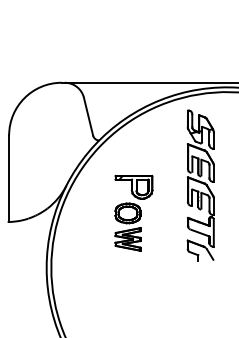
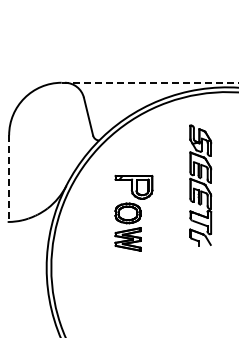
line at (150, 82): solid -> dashed
line at (9, 179): solid -> dashed
part at (200, 185) size: 29x153 px -> 24x123 px
